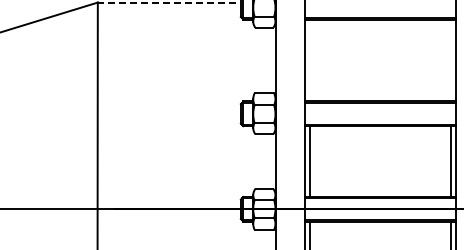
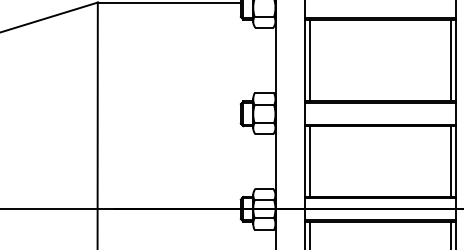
line at (169, 2): dashed -> solid
line at (310, 60): none -> present
line at (451, 60): none -> present
